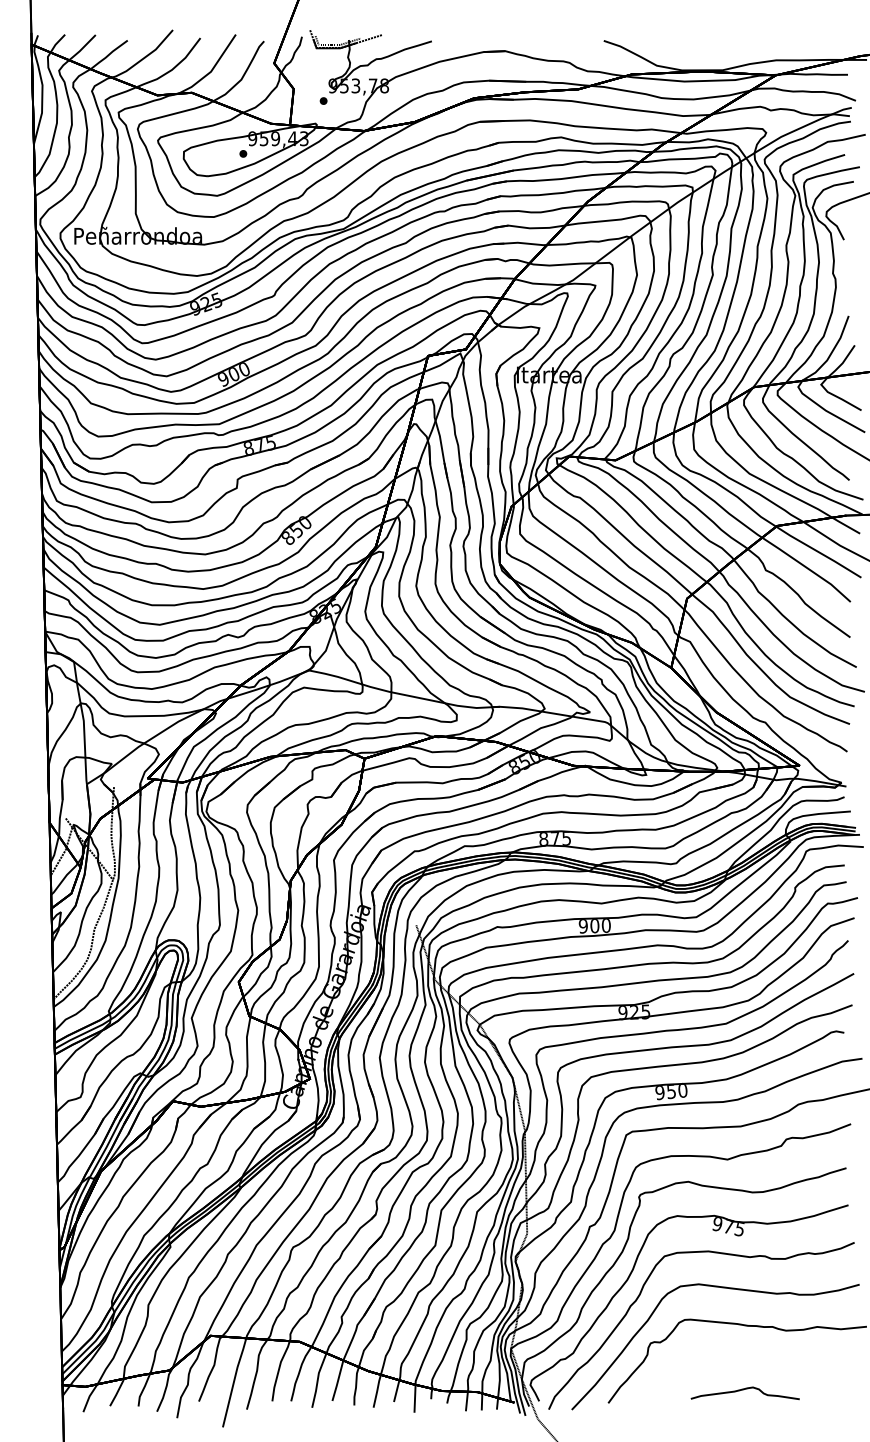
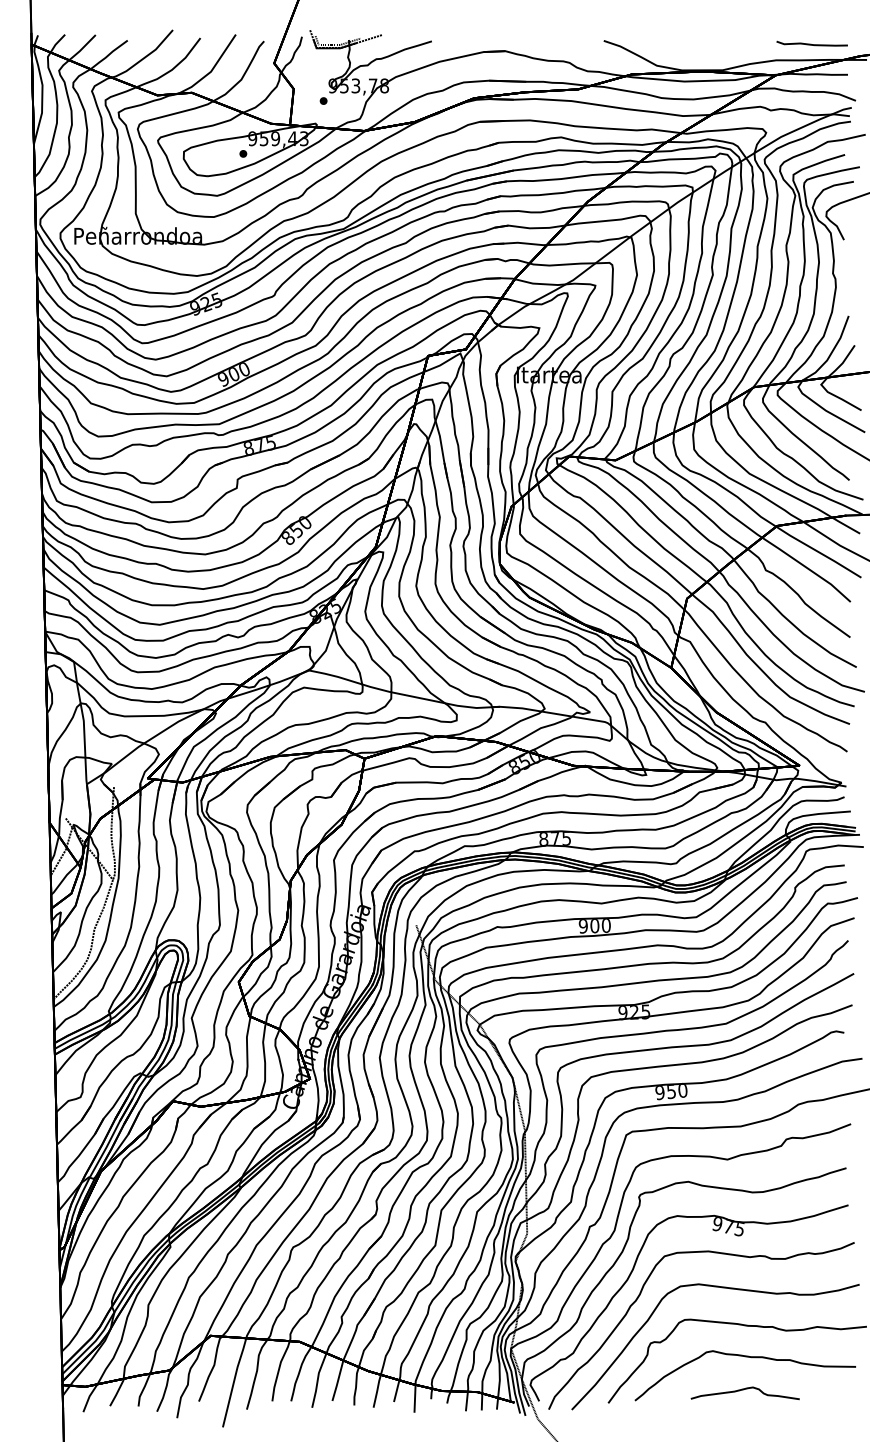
curve at (811, 43): none -> present
curve at (745, 1357): none -> present
